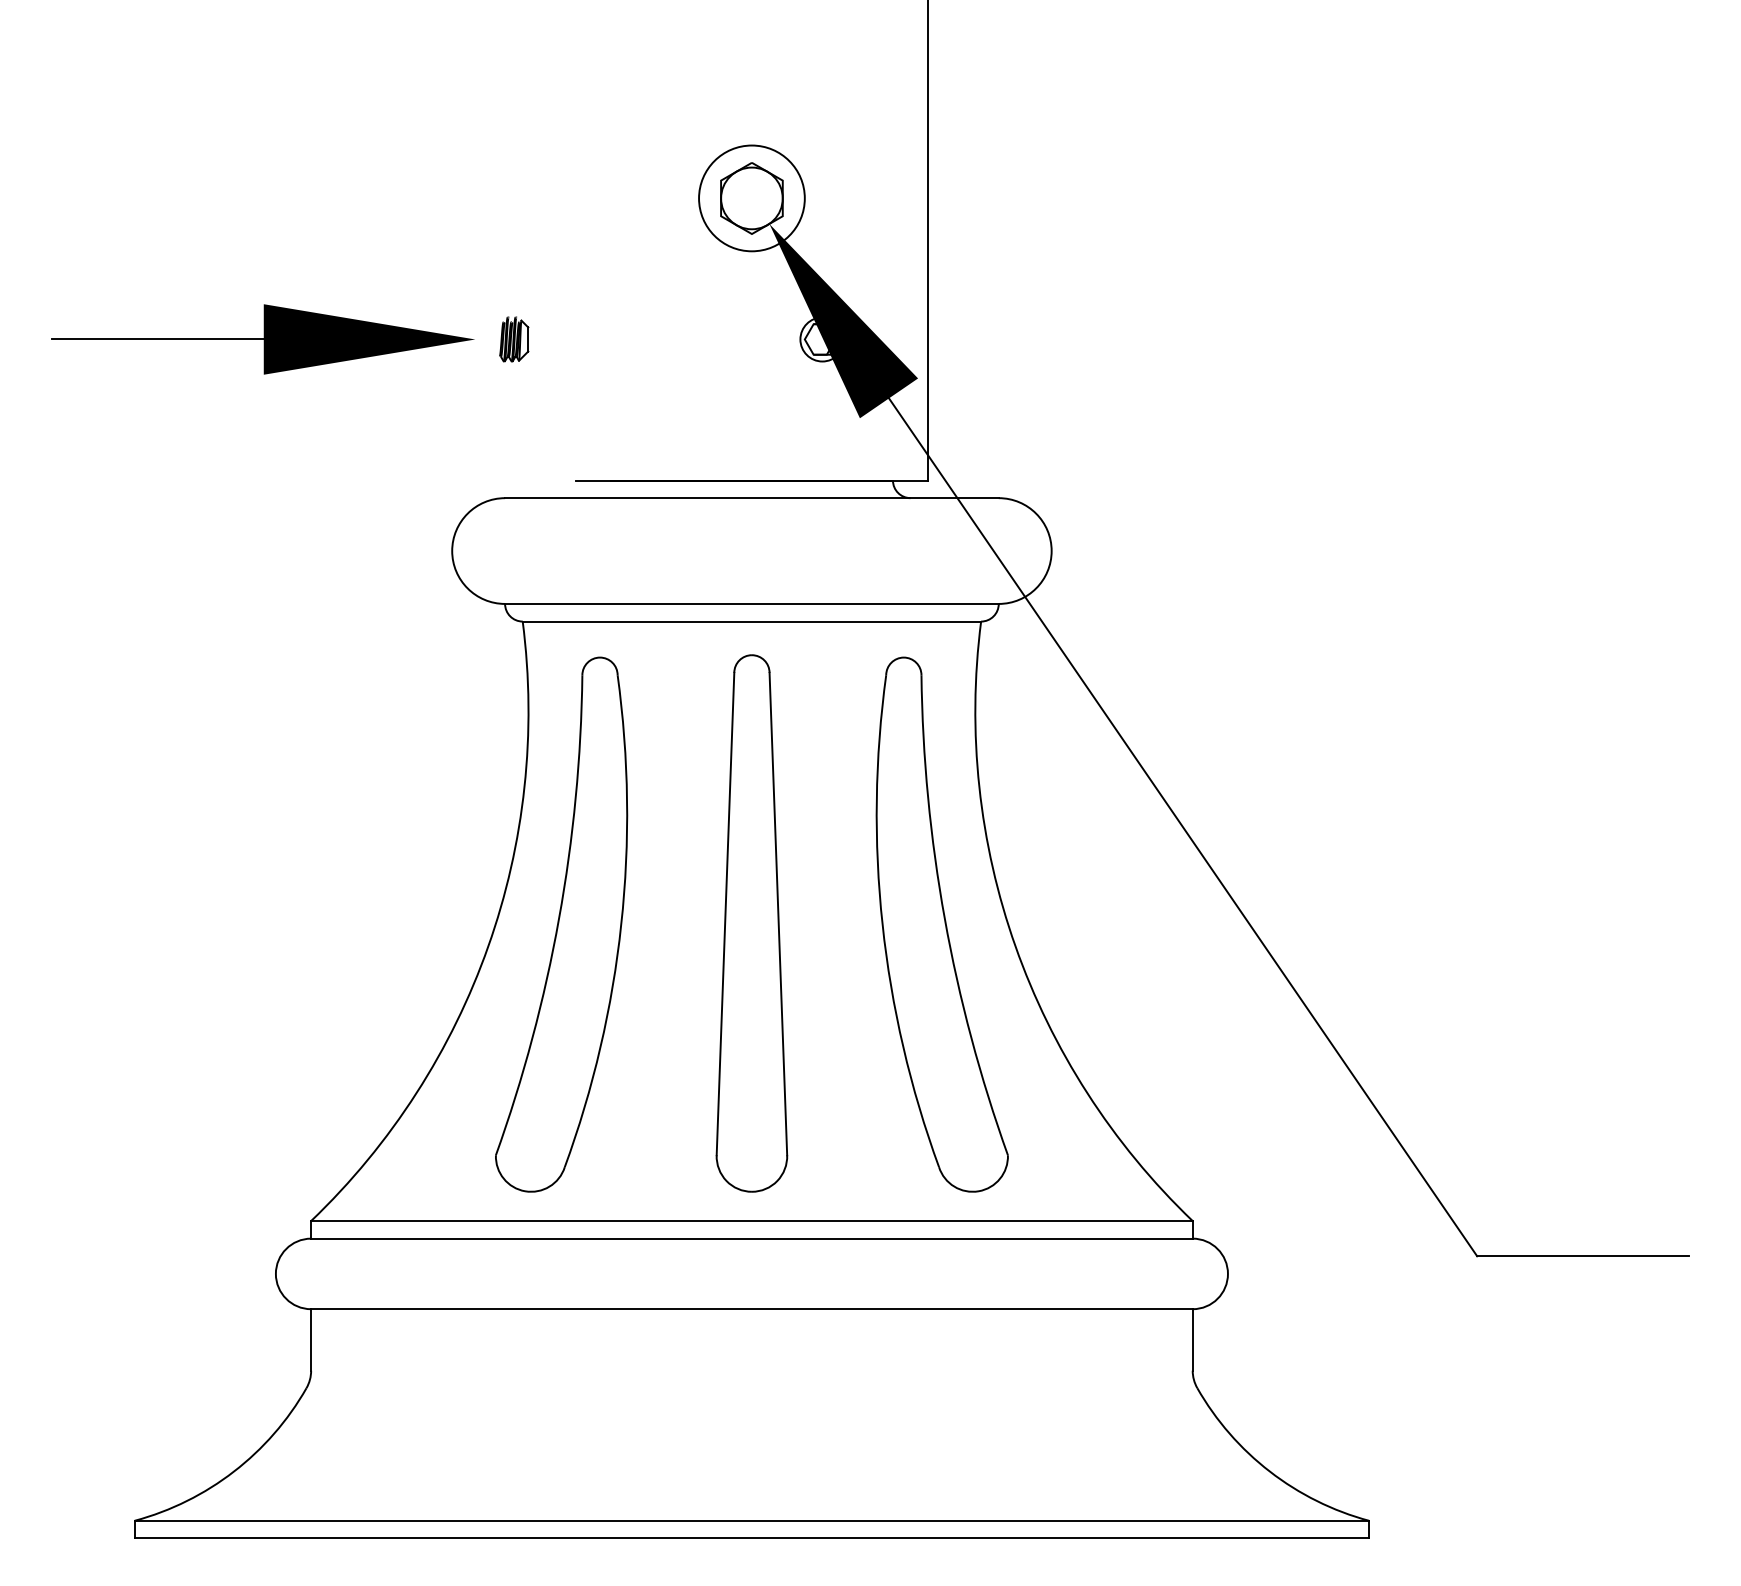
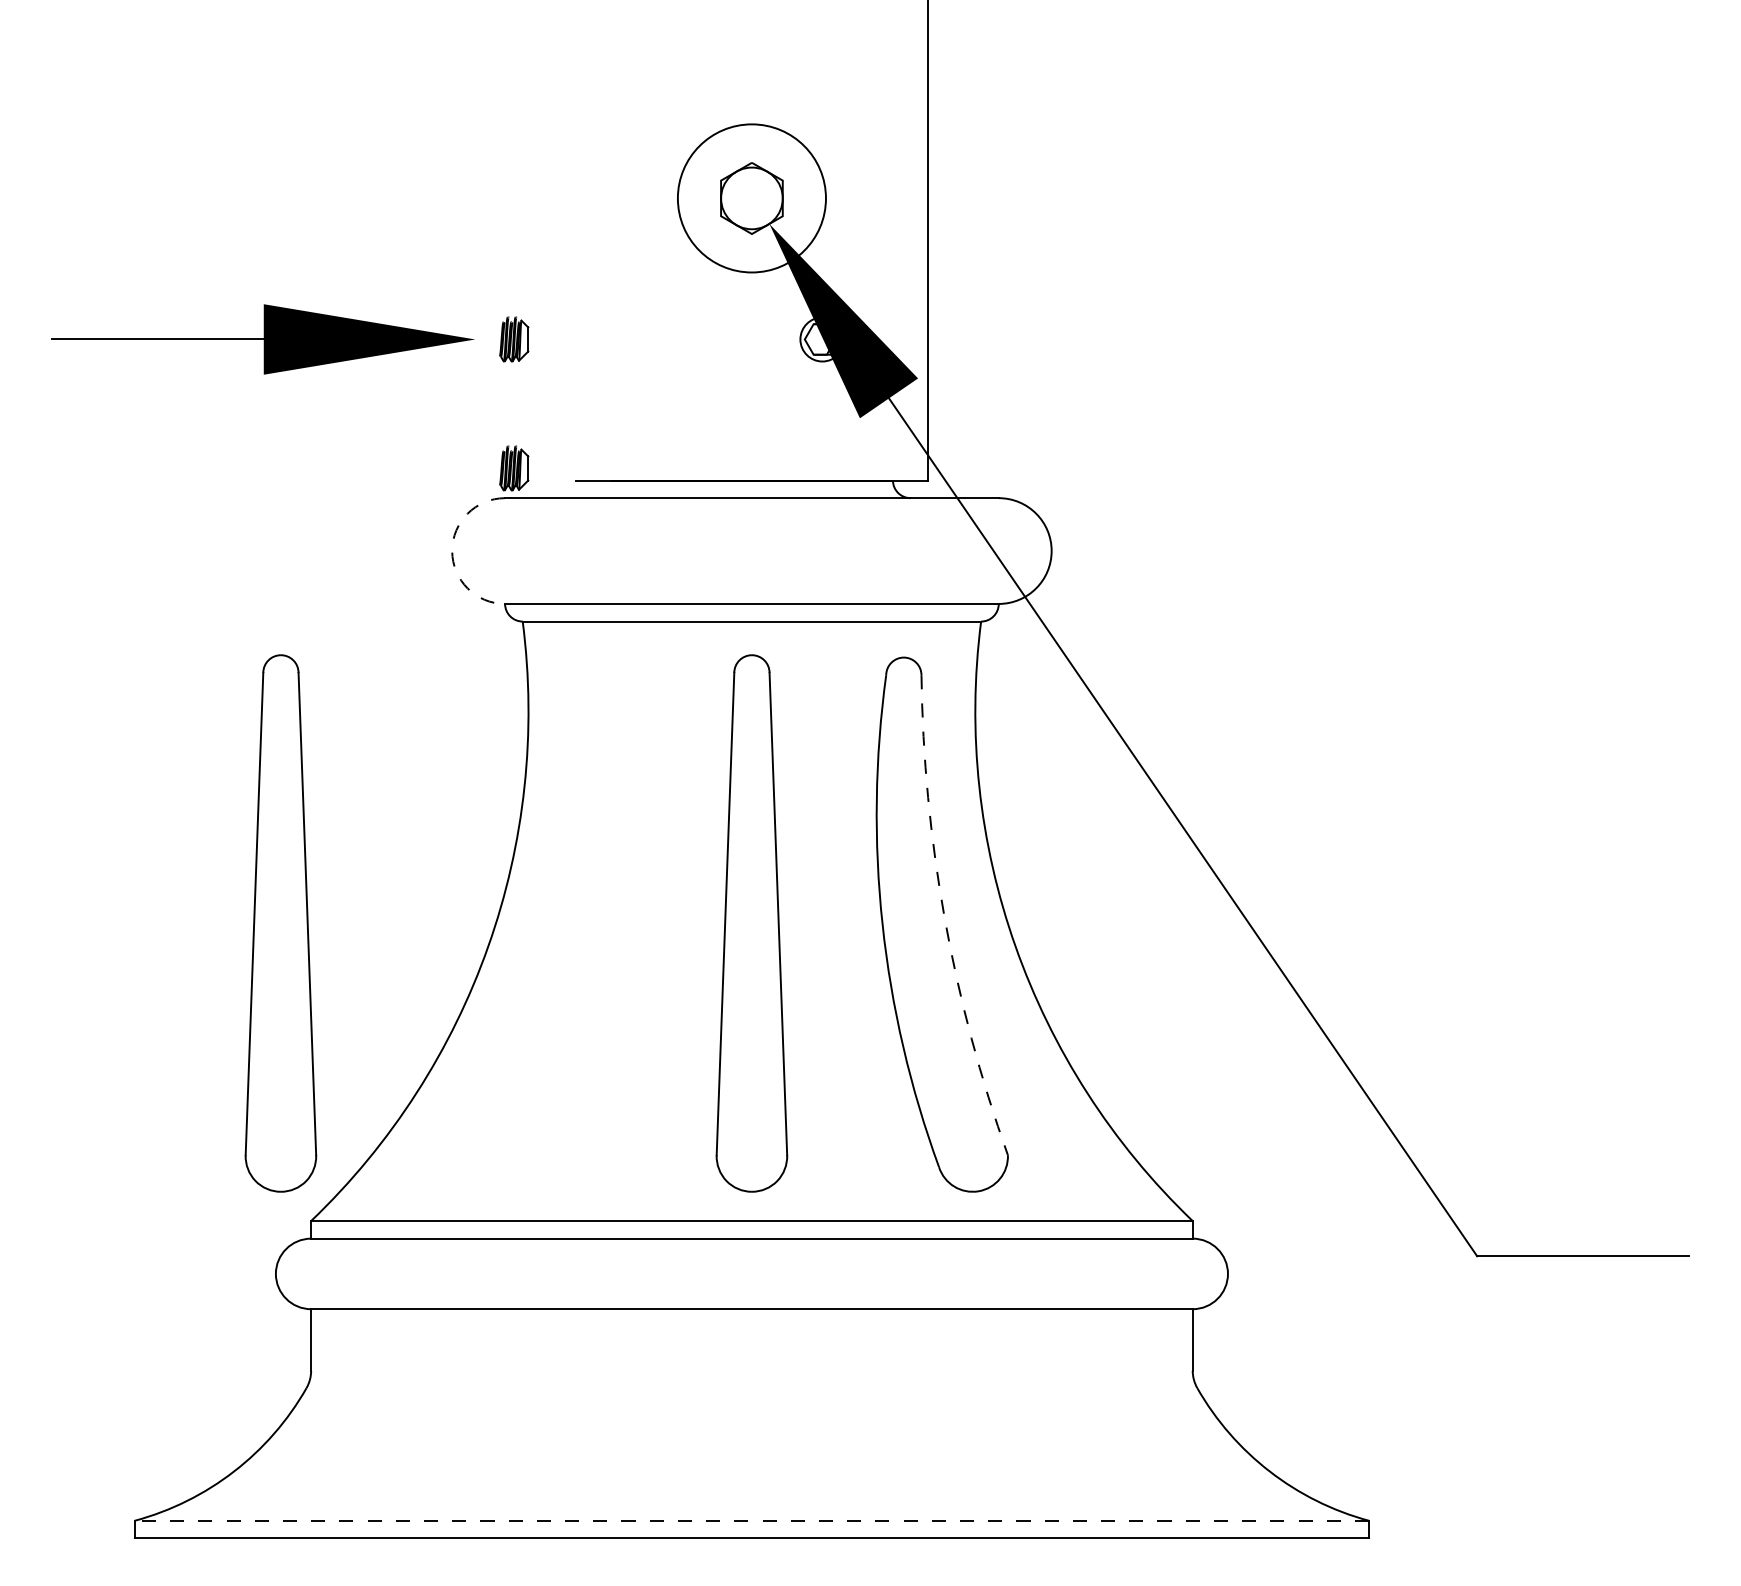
circle at (751, 198) diameter: 106 px -> 148 px
part at (514, 468): none -> present
arc at (452, 551): solid -> dashed
arc at (944, 918): solid -> dashed
part at (280, 923): none -> present
part at (561, 924): present -> none
line at (751, 1520): solid -> dashed
